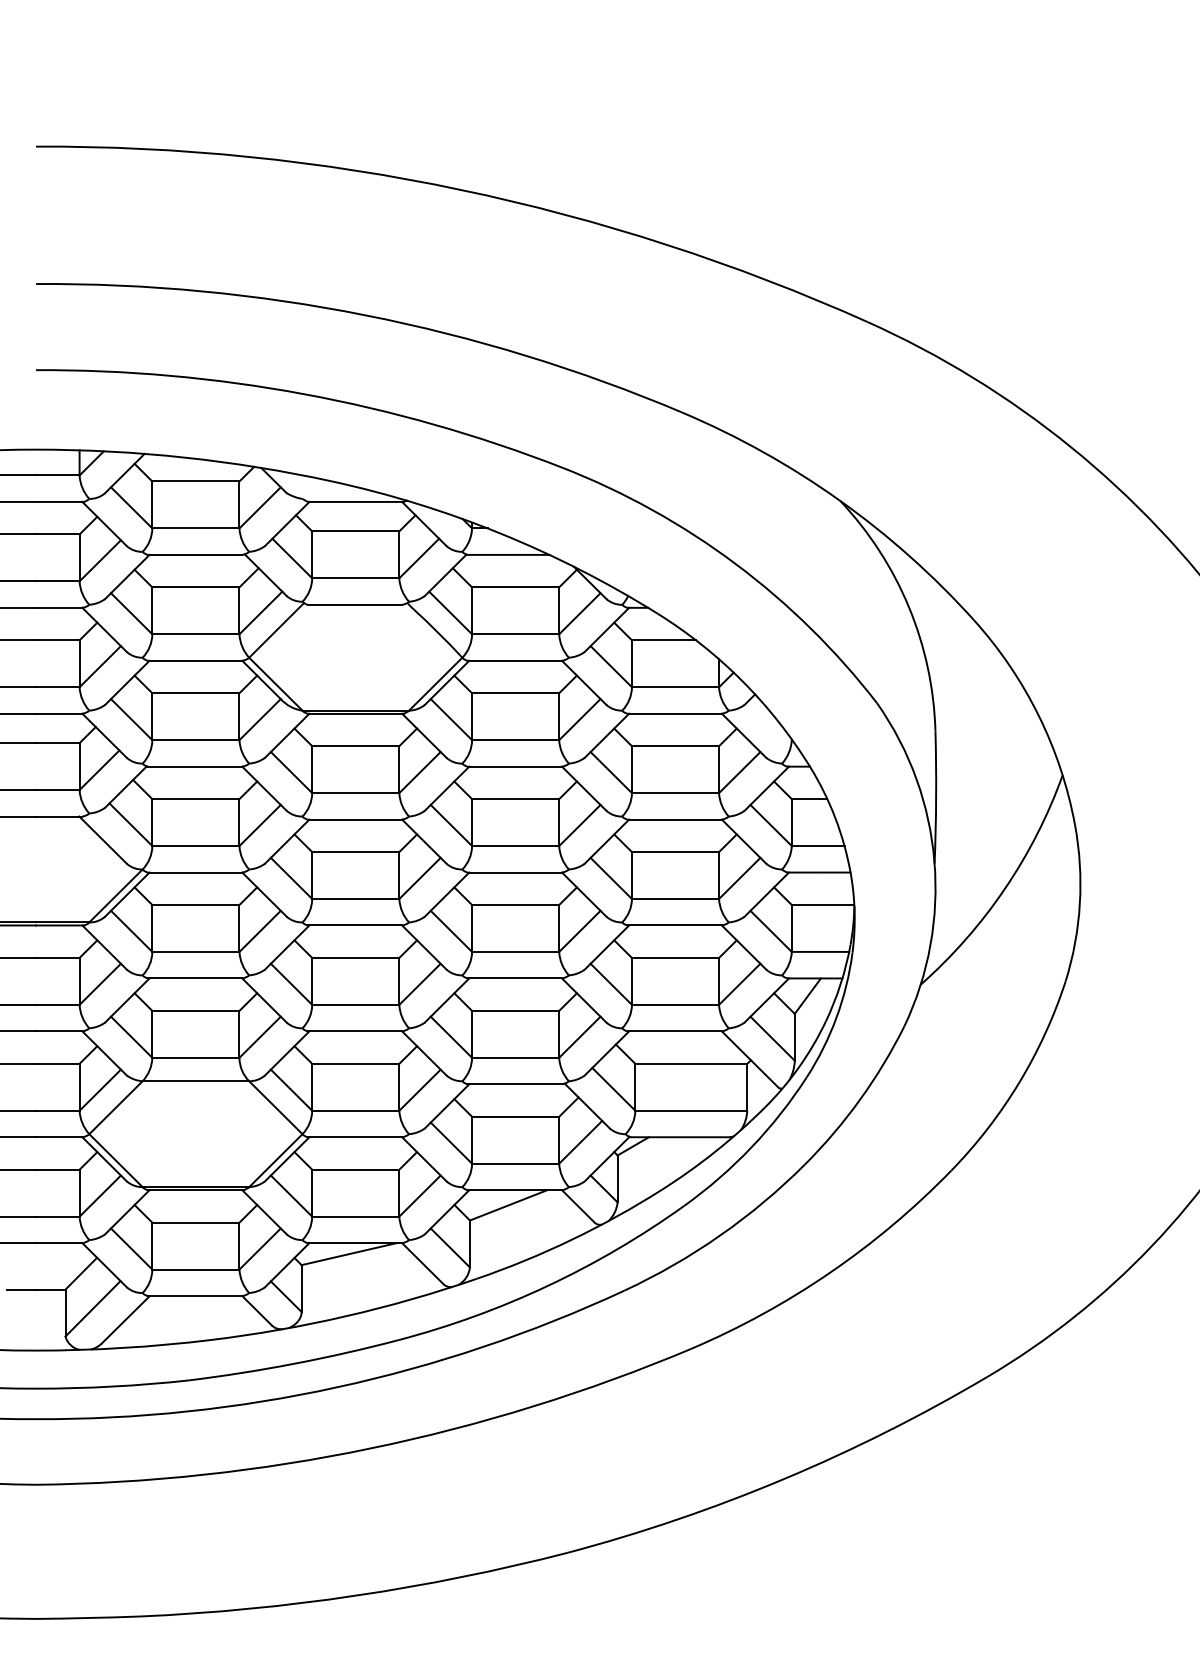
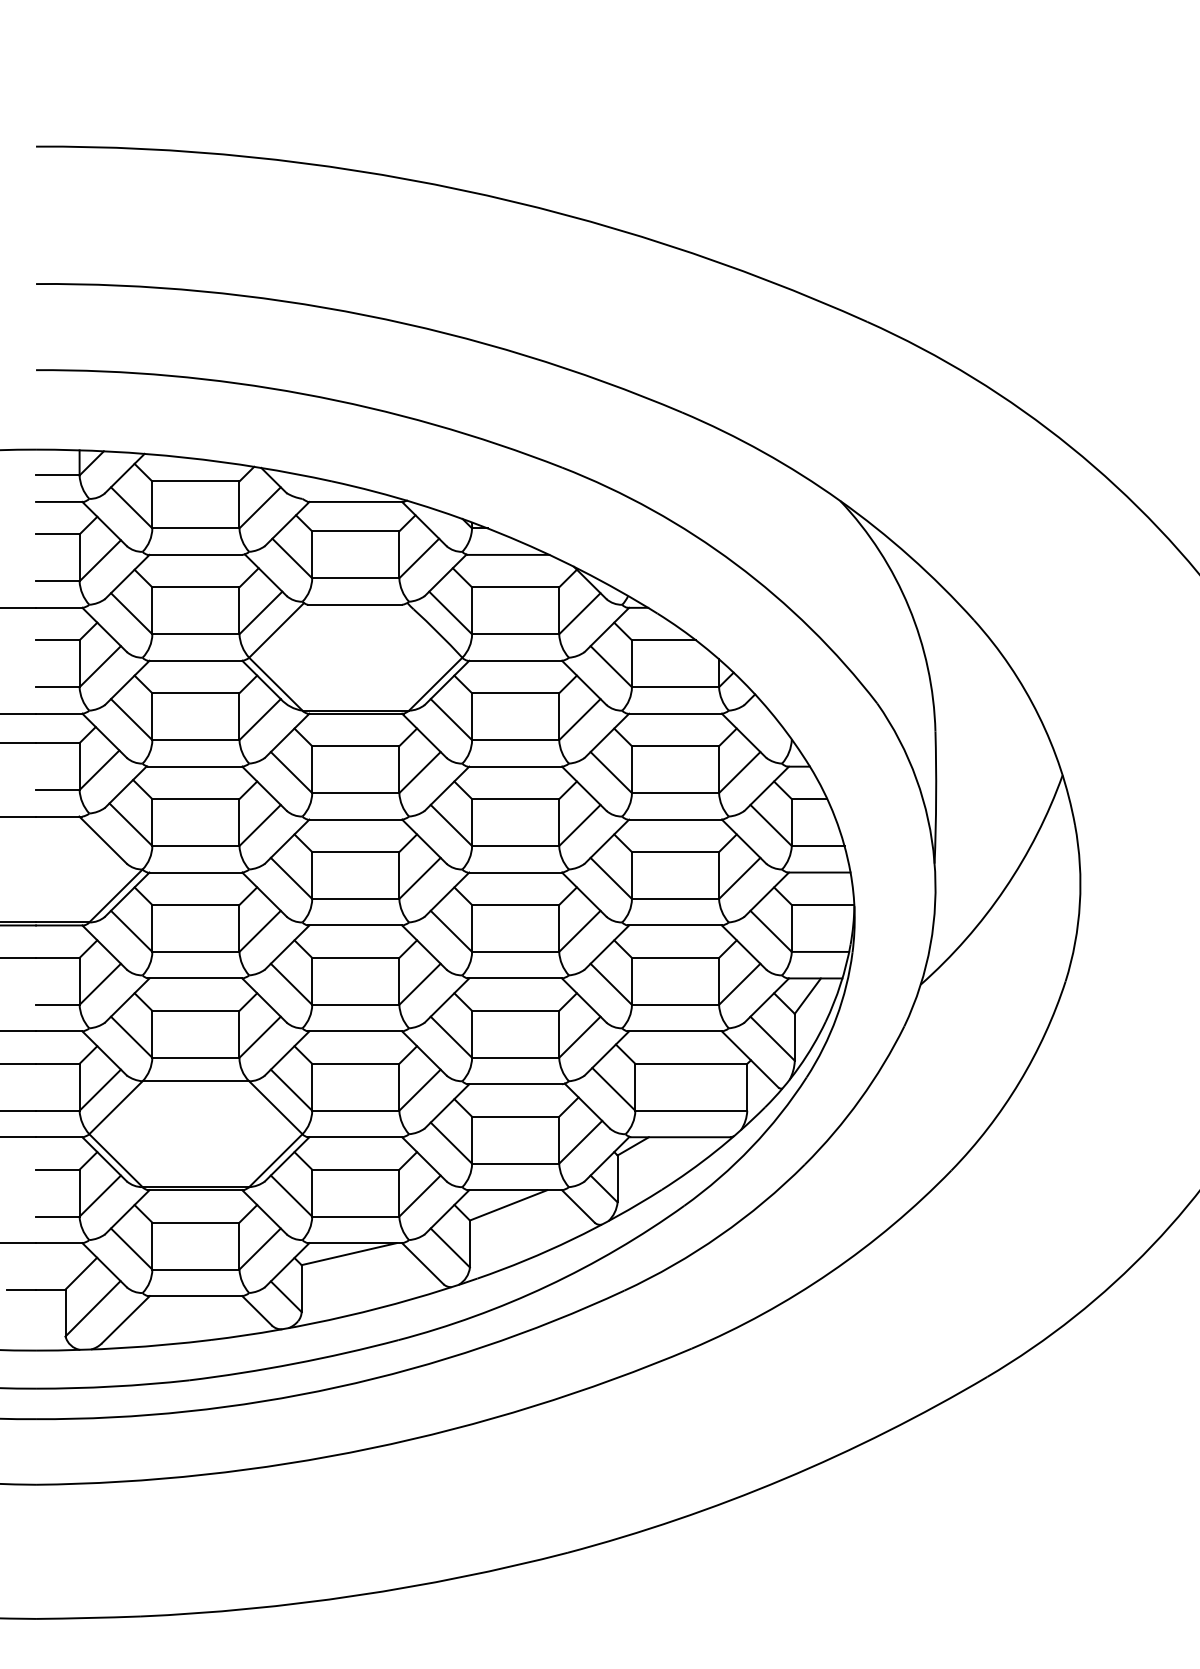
line at (19, 475): present -> none
line at (19, 501): present -> none
line at (19, 534): present -> none
line at (19, 581): present -> none
line at (19, 640): present -> none
line at (19, 687): present -> none
line at (19, 790): present -> none
line at (19, 1004): present -> none
line at (19, 1169): present -> none
line at (19, 1216): present -> none
